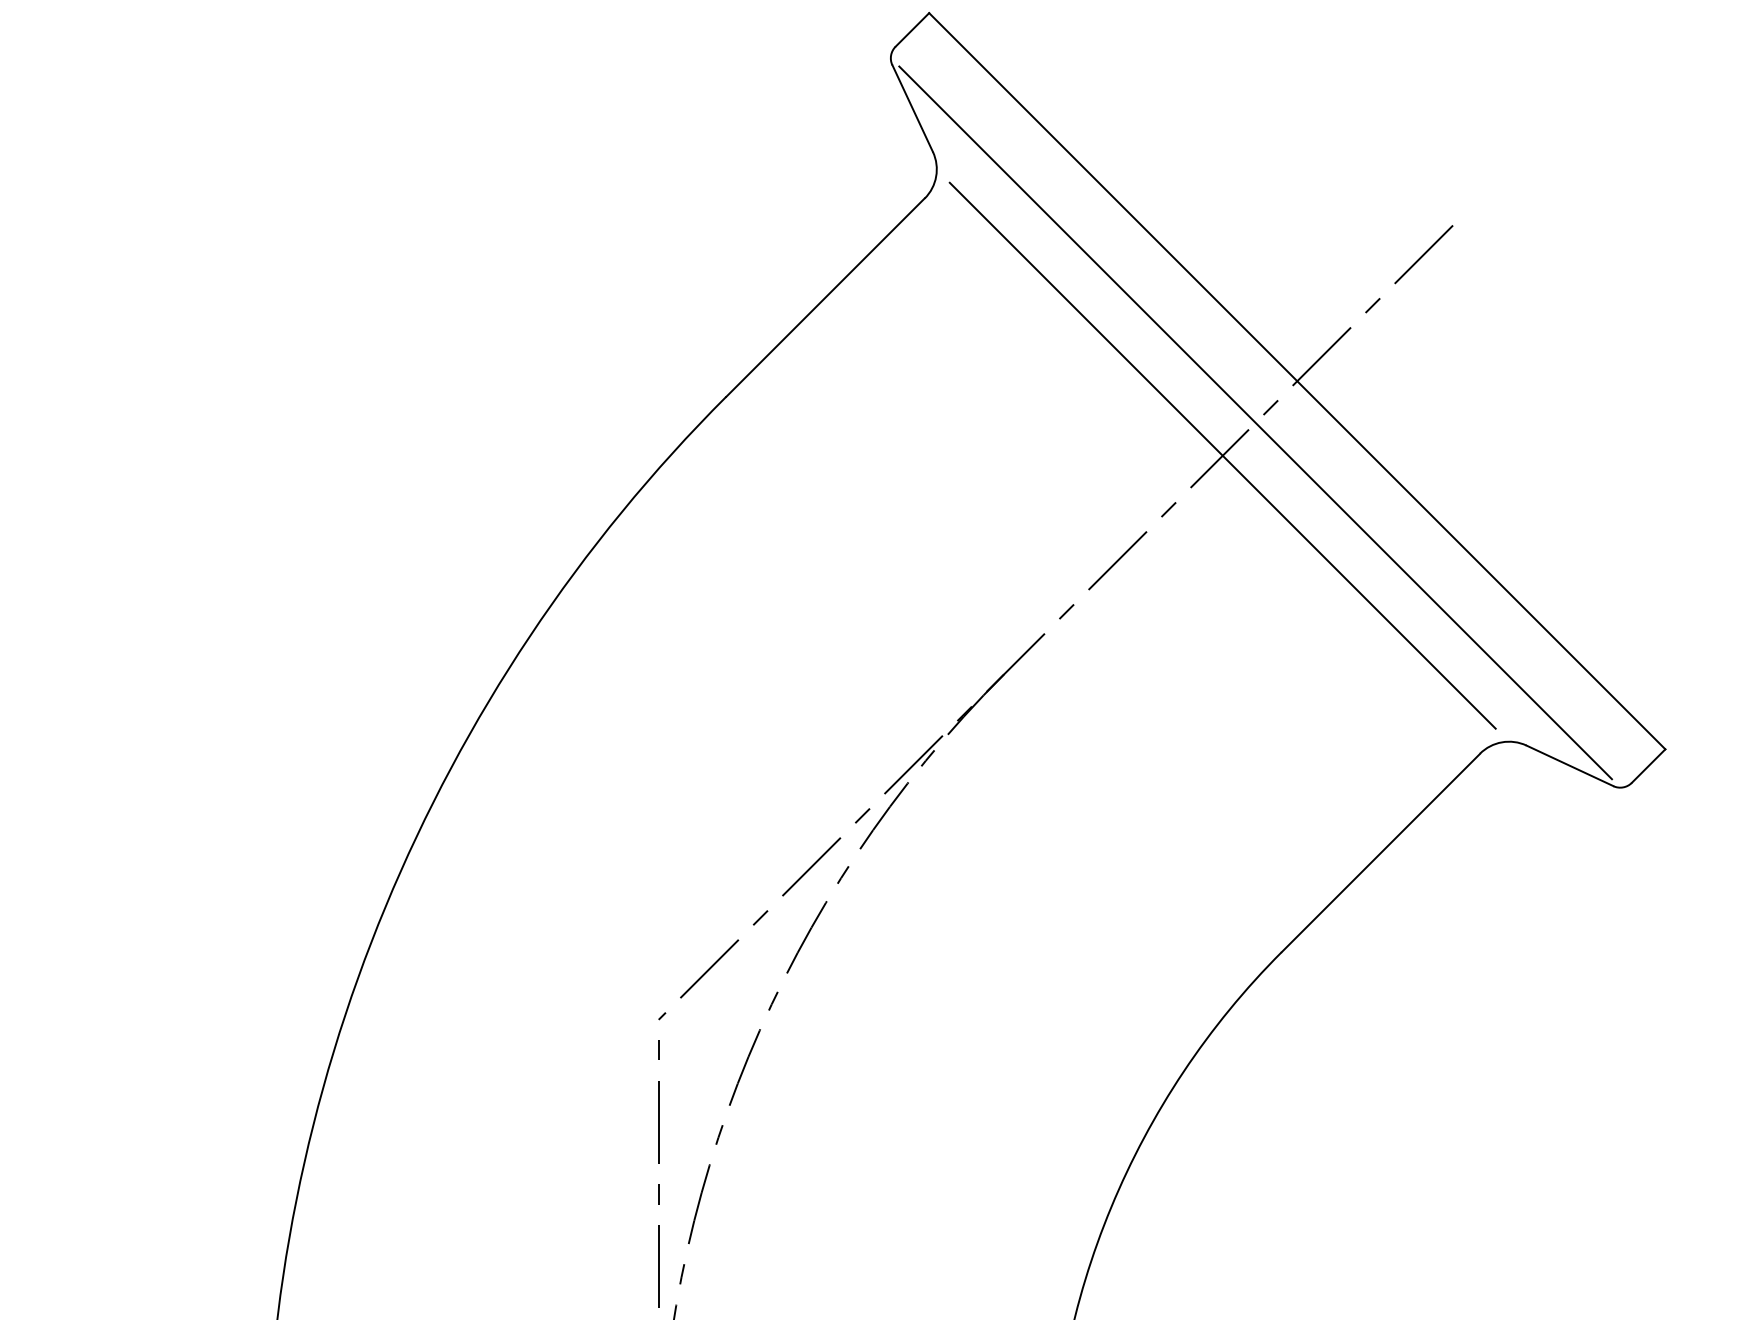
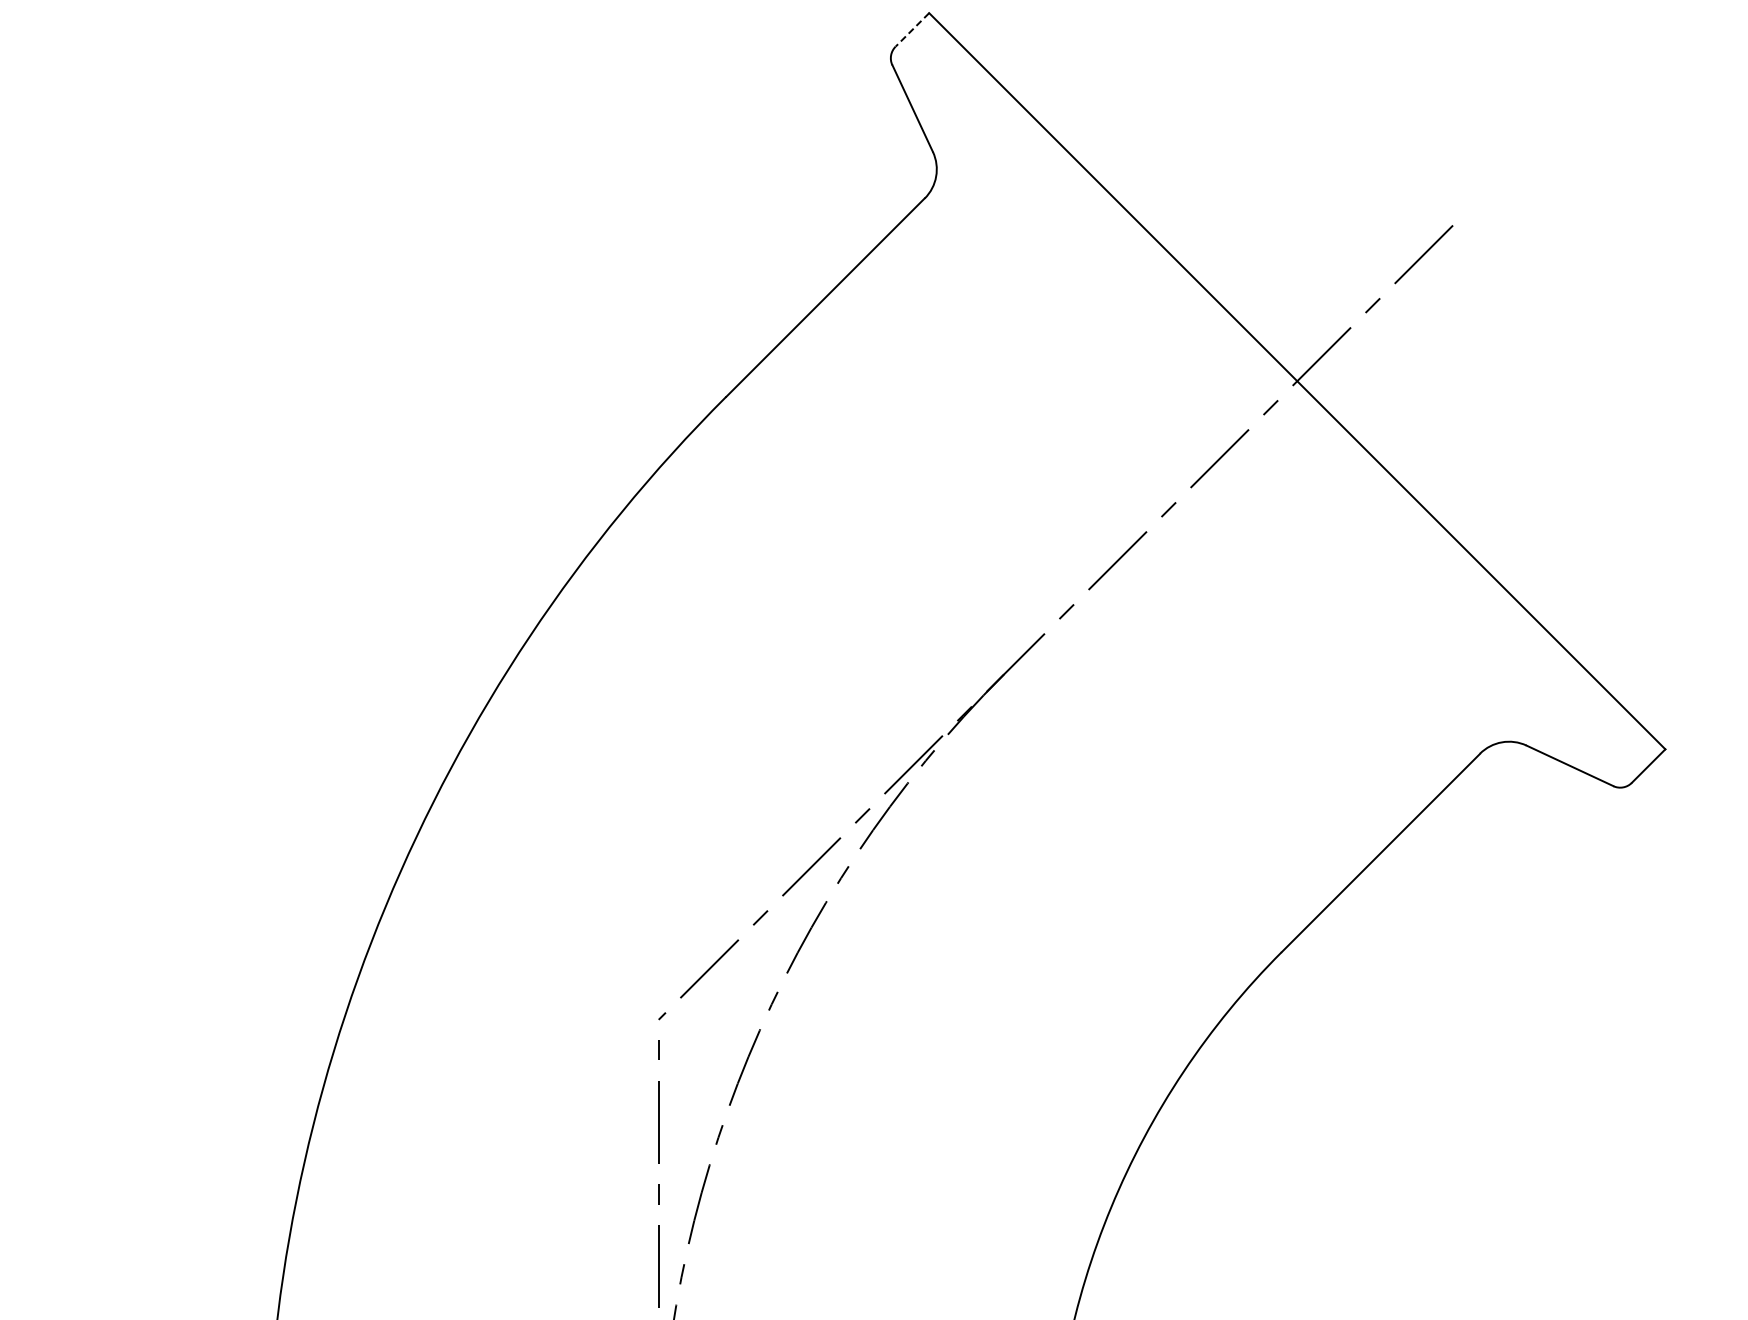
line at (912, 29): solid -> dashed
line at (1255, 422): present -> none
line at (1222, 455): present -> none
